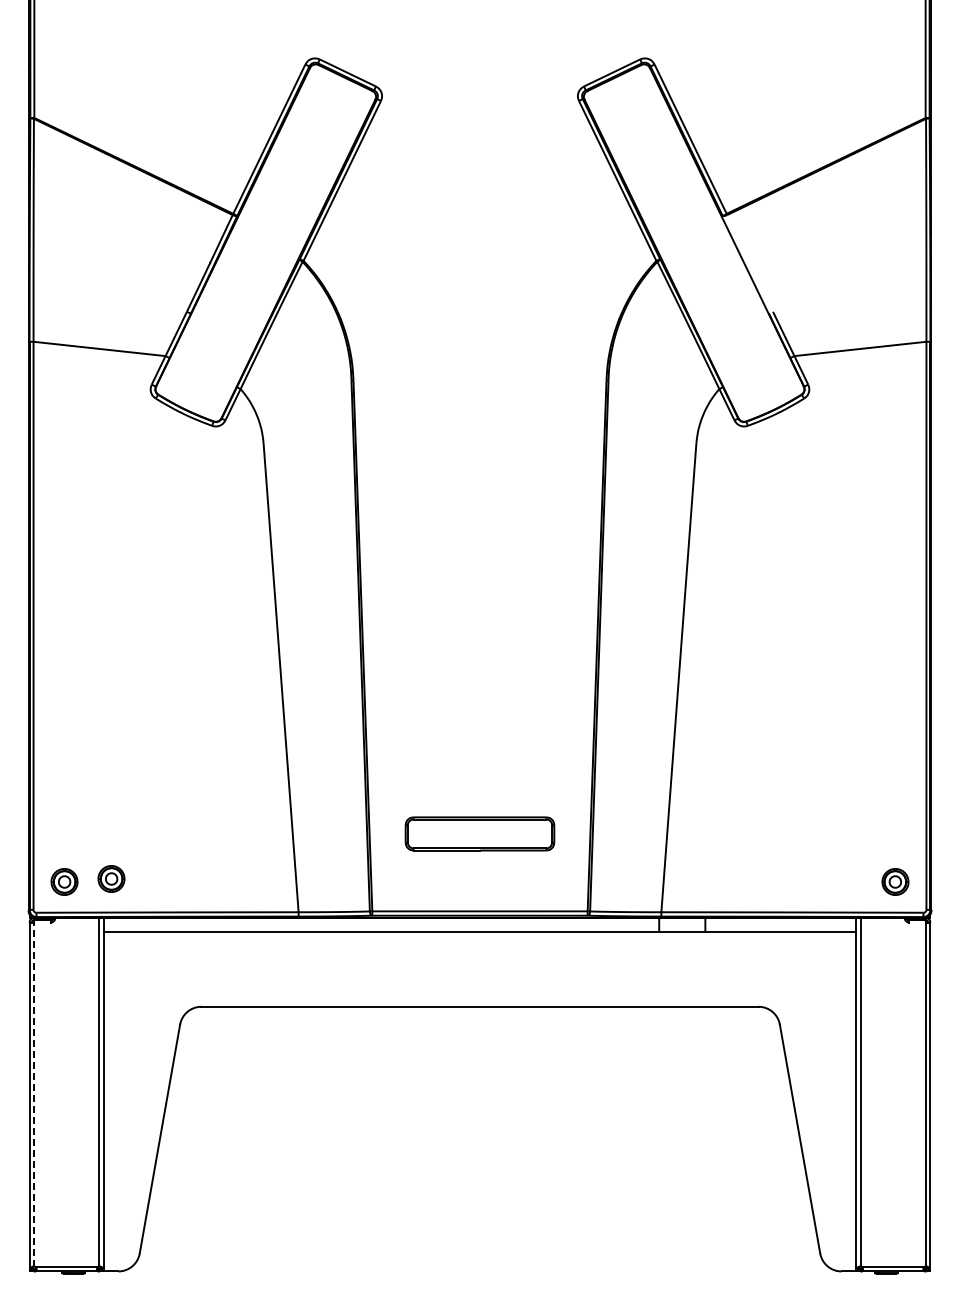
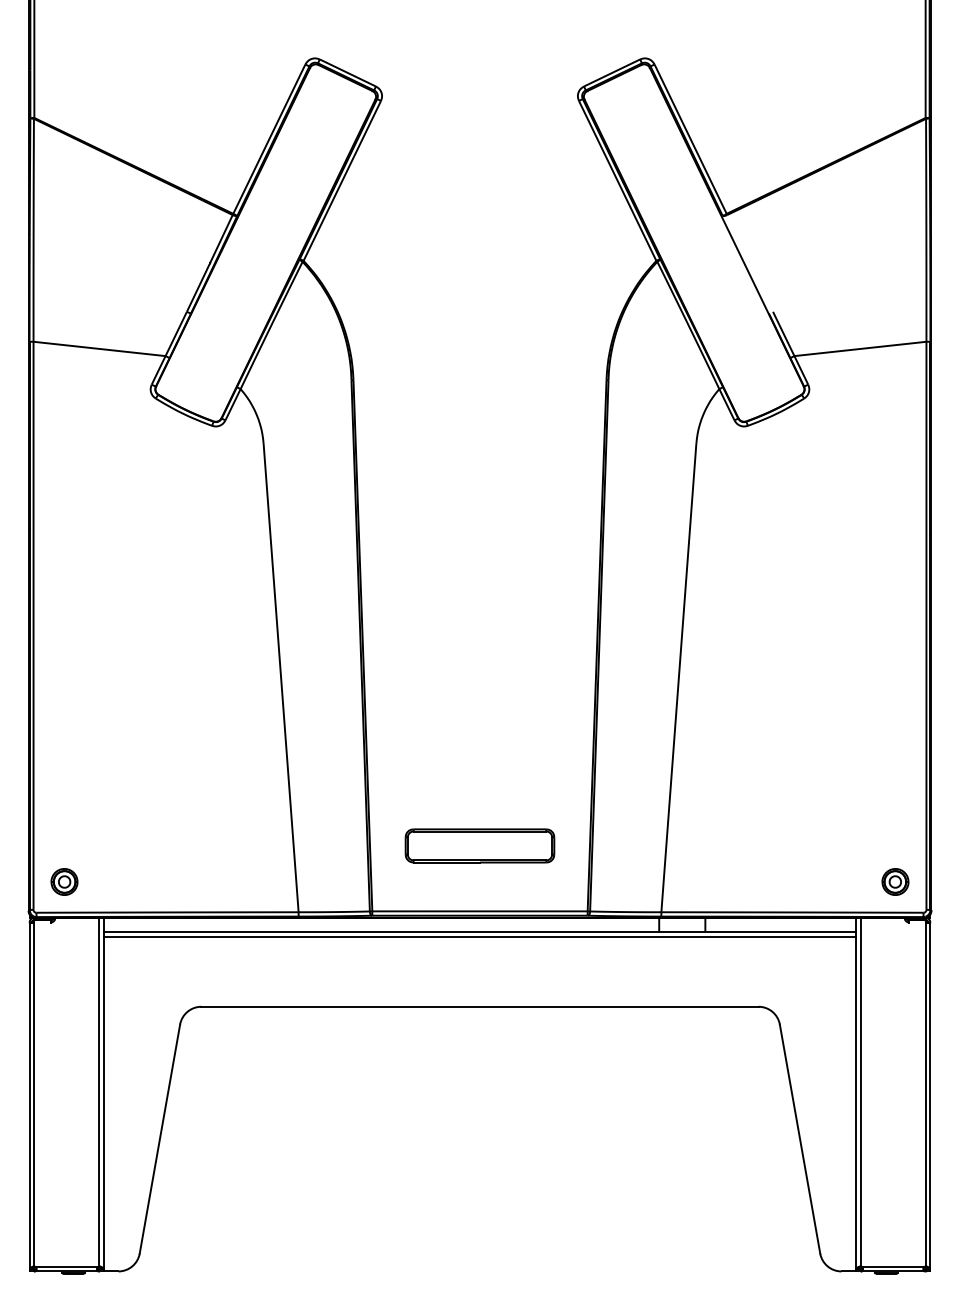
part at (479, 833) position: (479, 833) -> (479, 845)
part at (111, 878): present -> none
line at (479, 936): none -> present
line at (34, 1094): dashed -> solid
